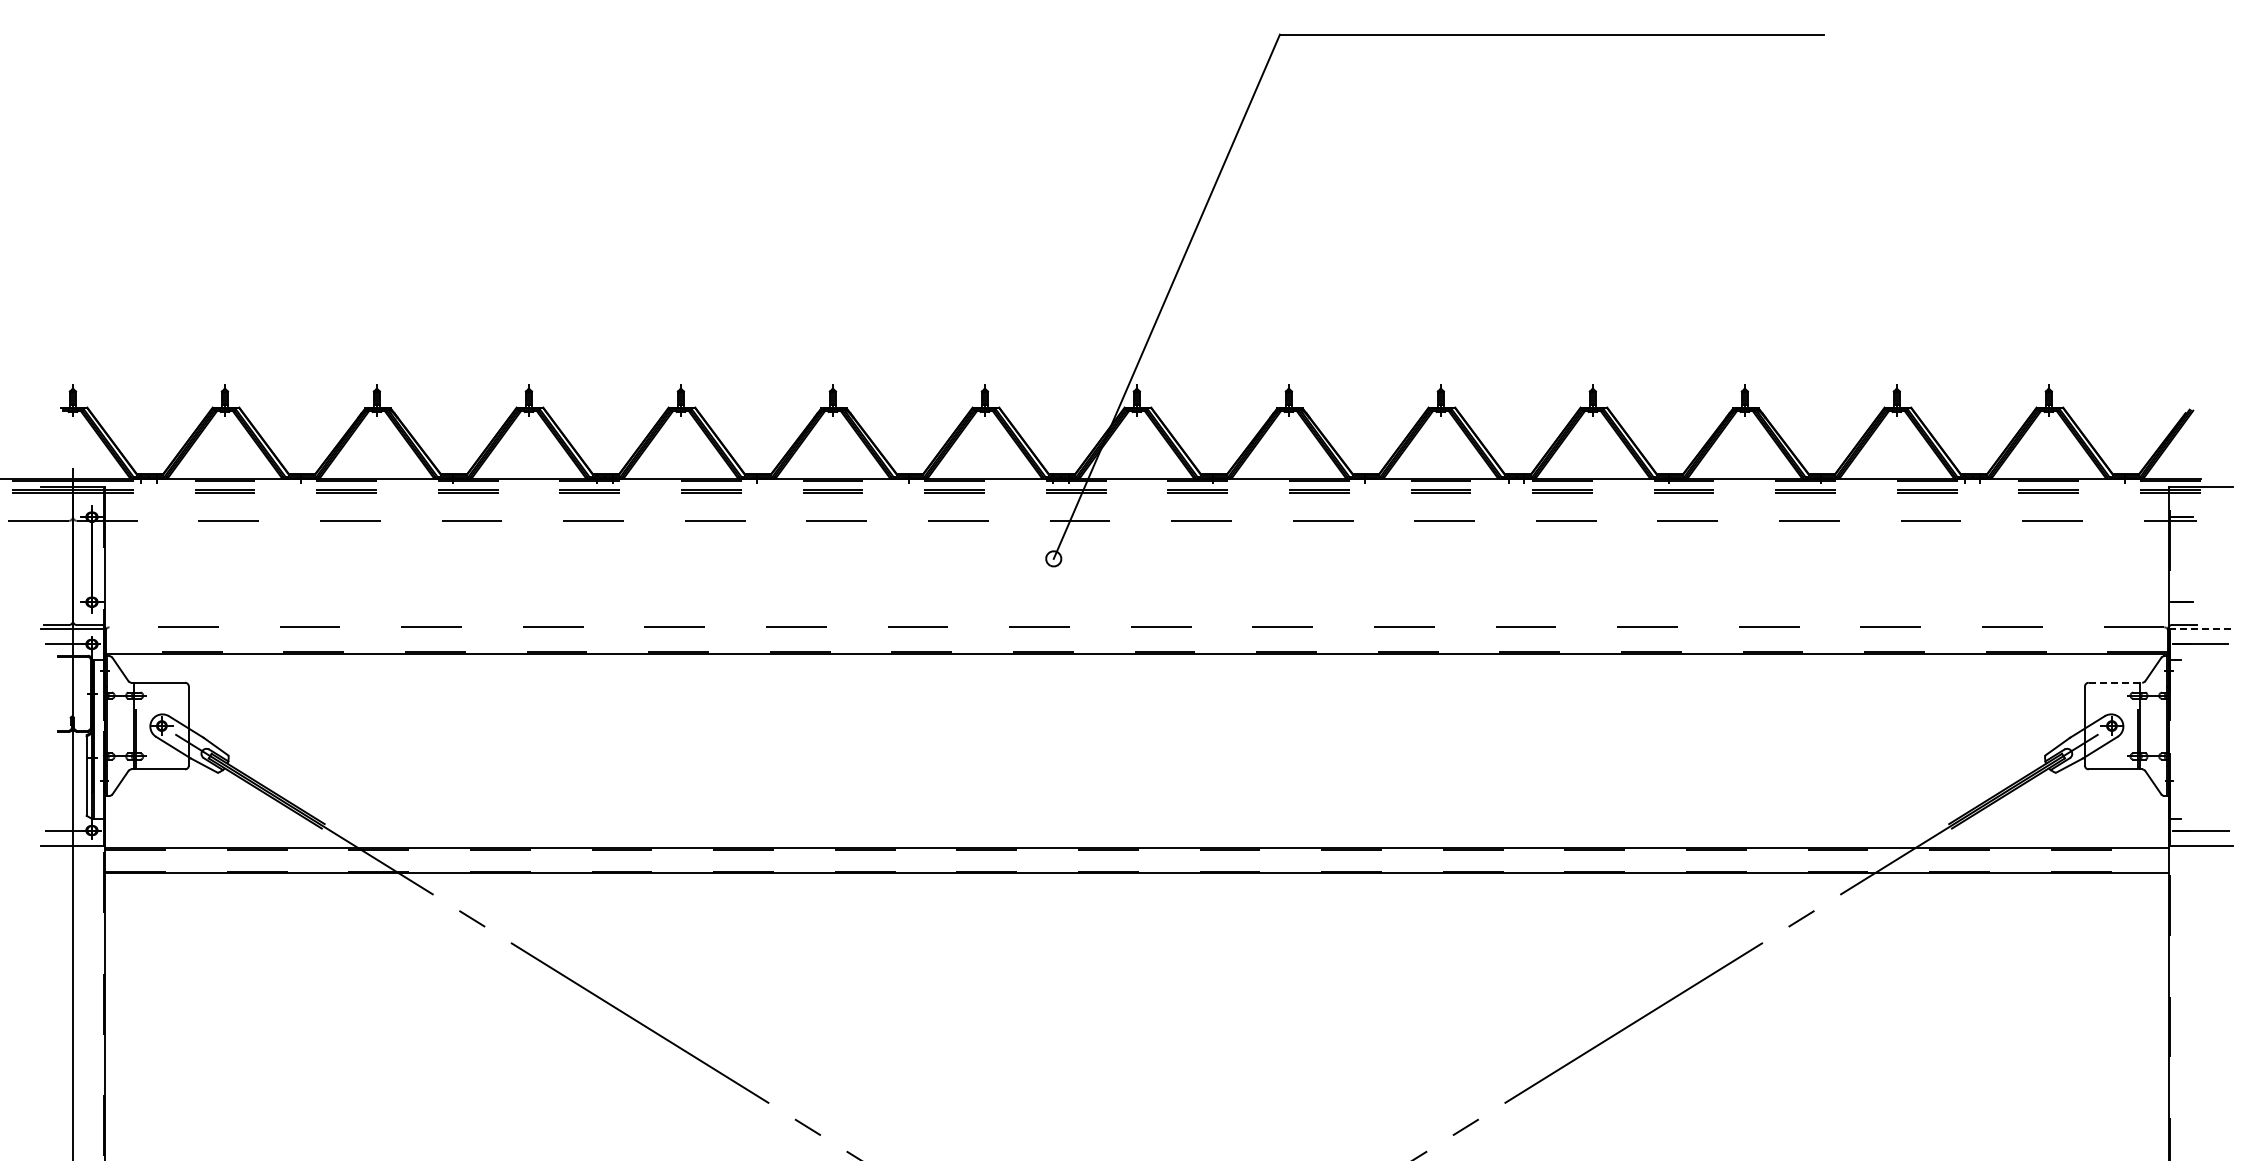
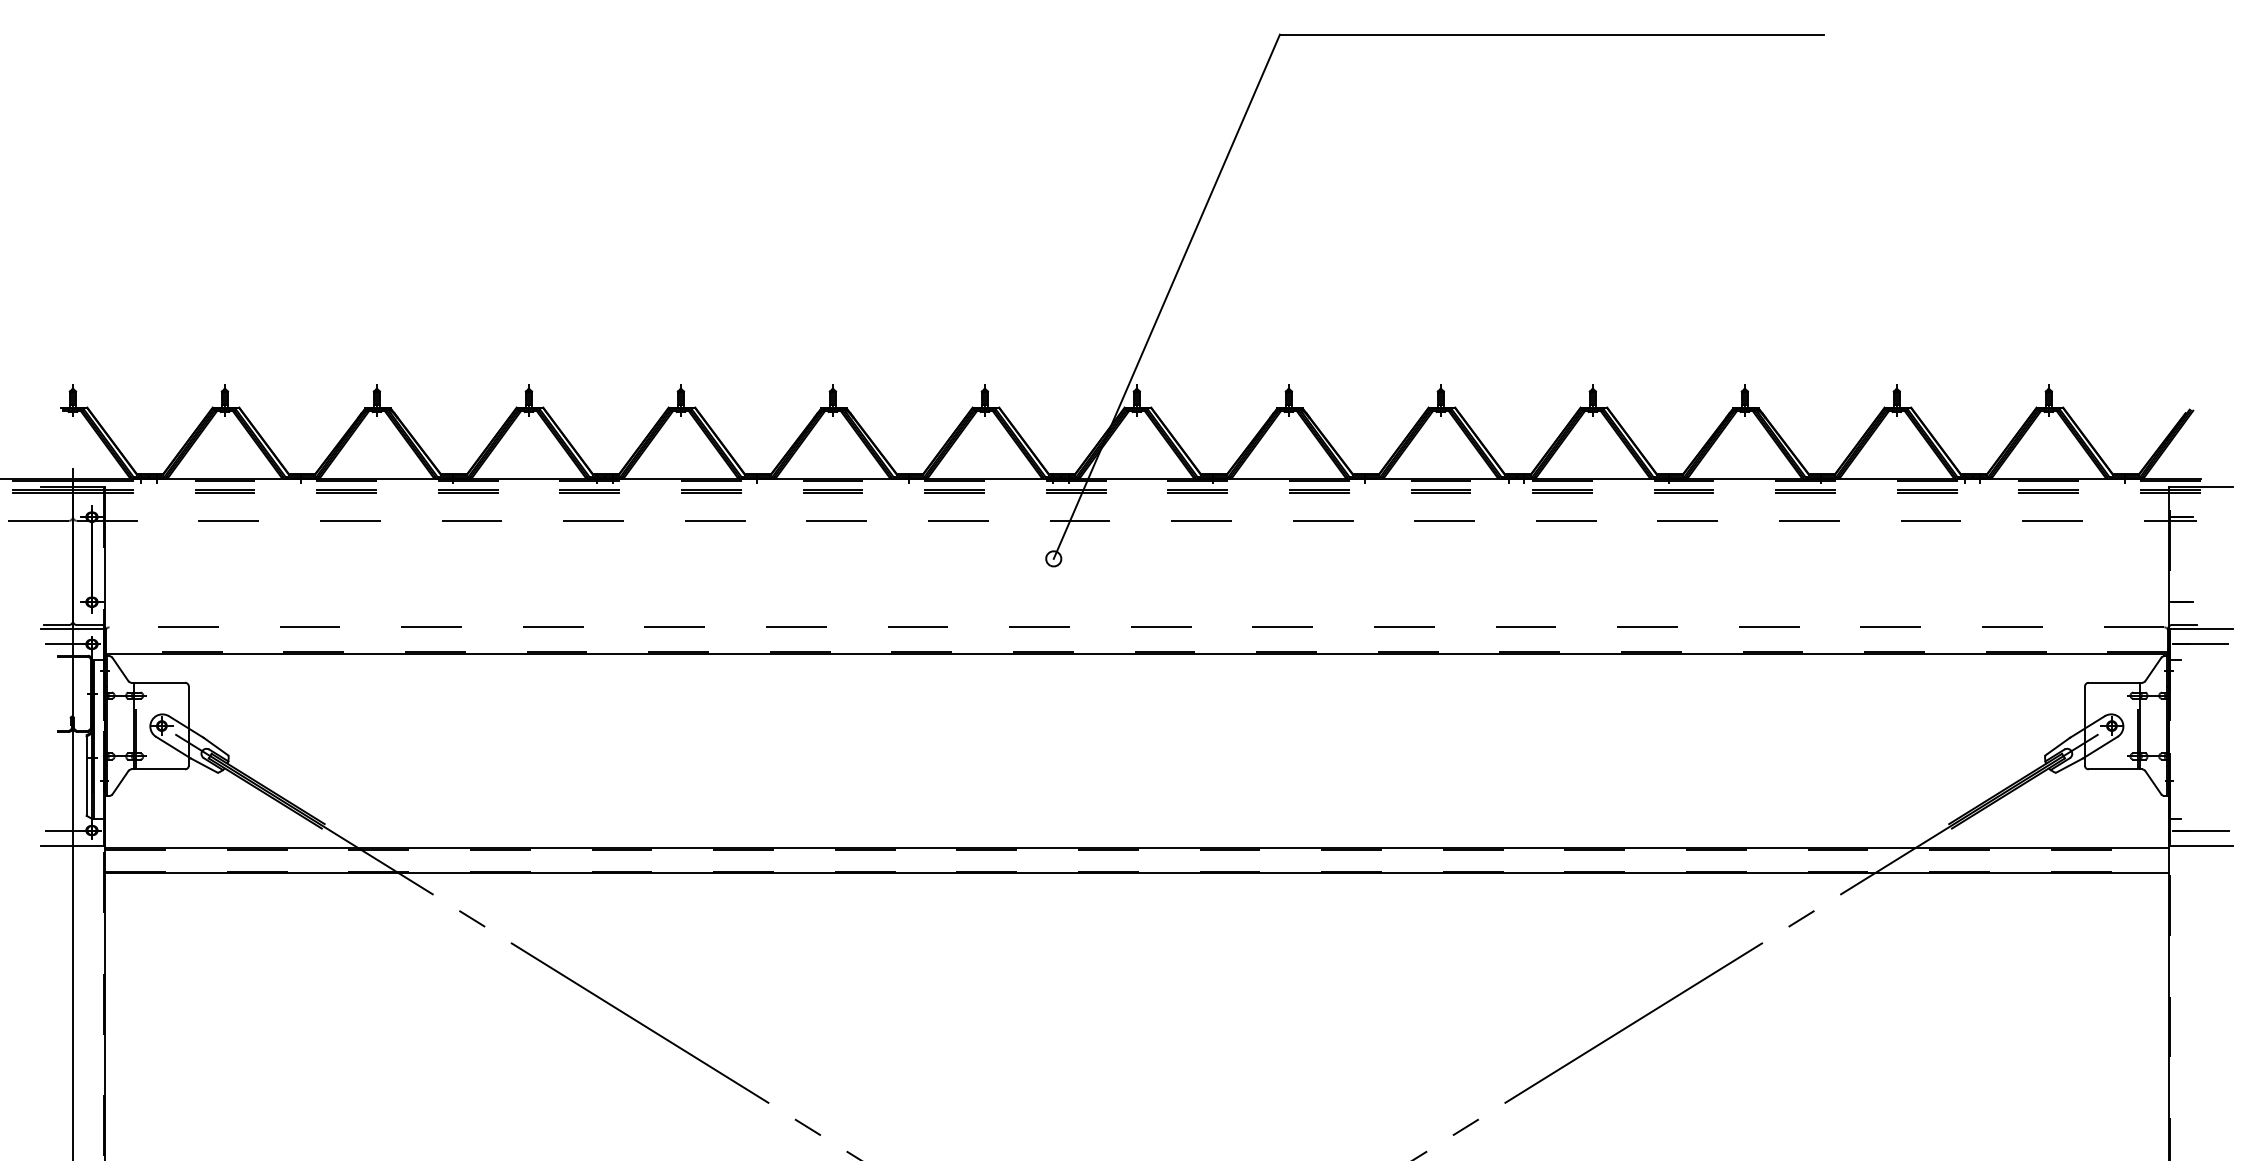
line at (2201, 629): dashed -> solid
line at (2115, 682): dashed -> solid
